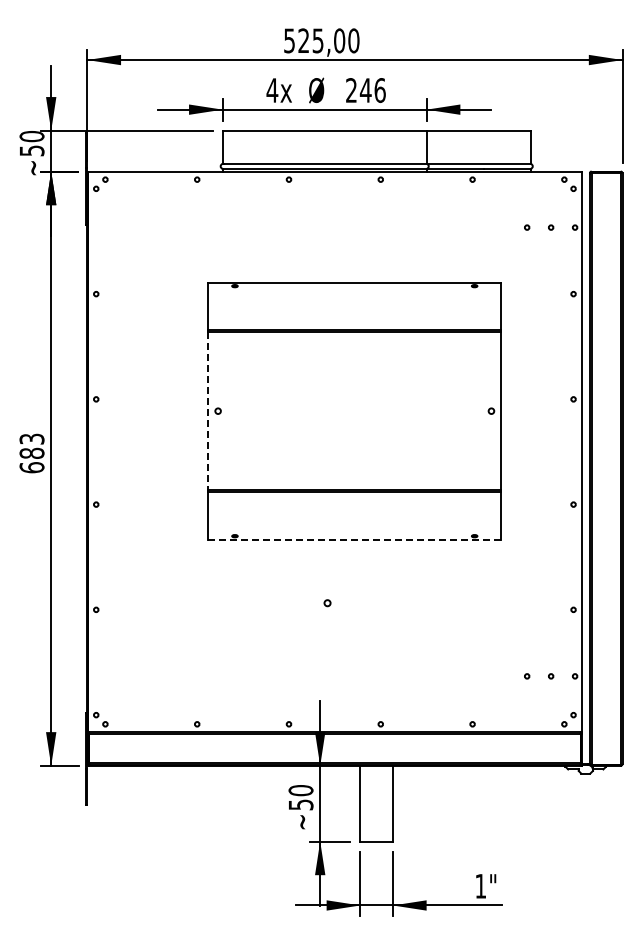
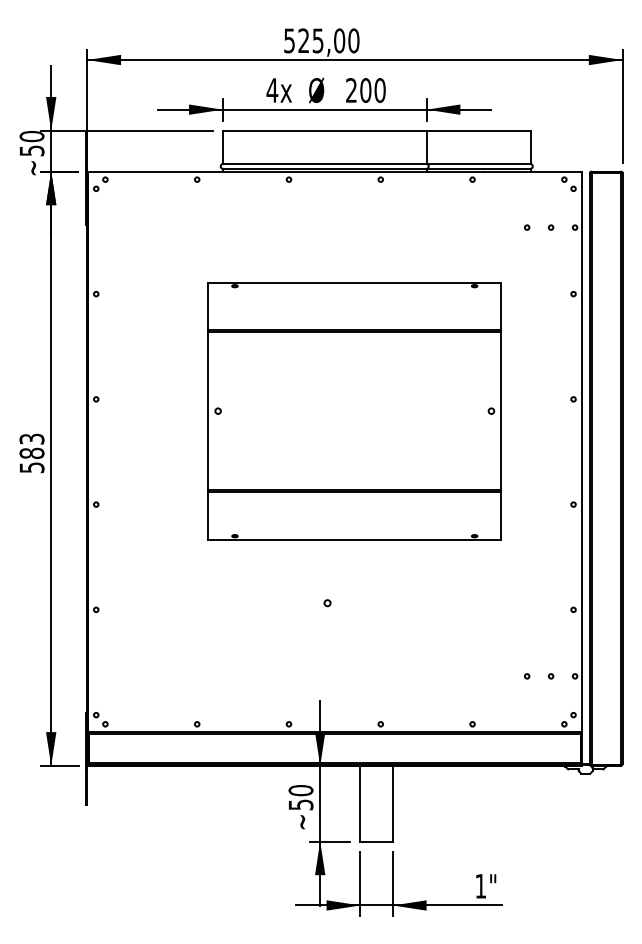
text at (372, 90): 246 -> 200
line at (208, 411): dashed -> solid
text at (31, 467): 683 -> 583
line at (355, 539): dashed -> solid
